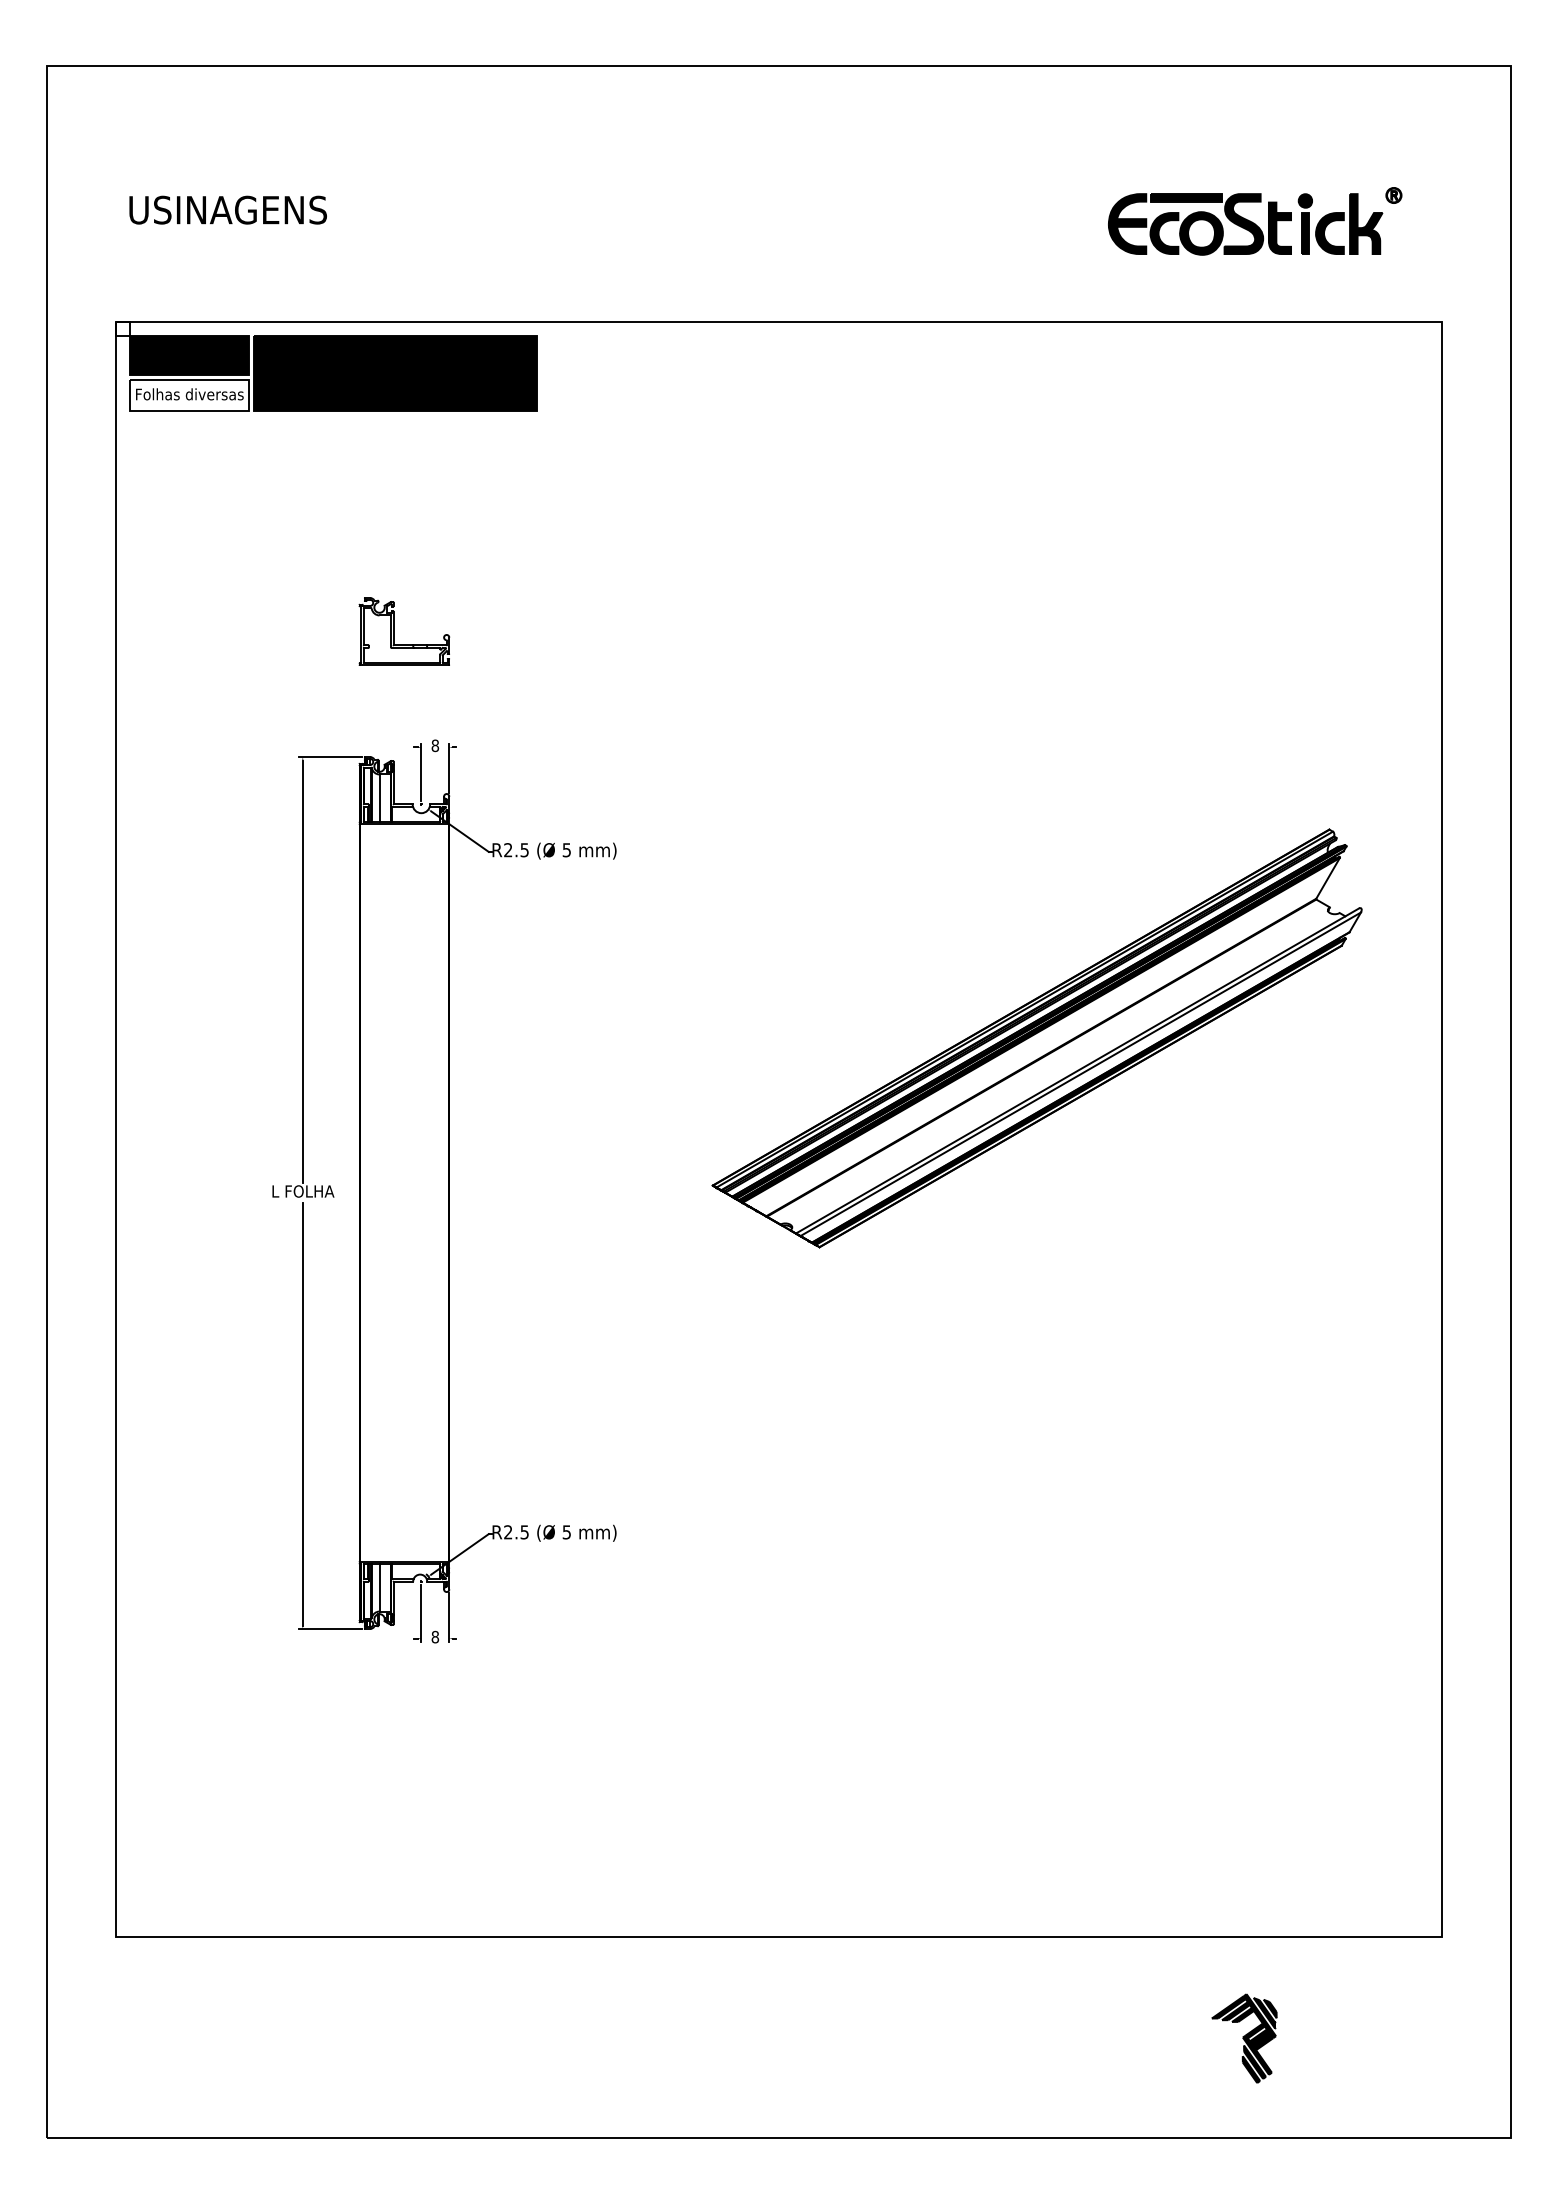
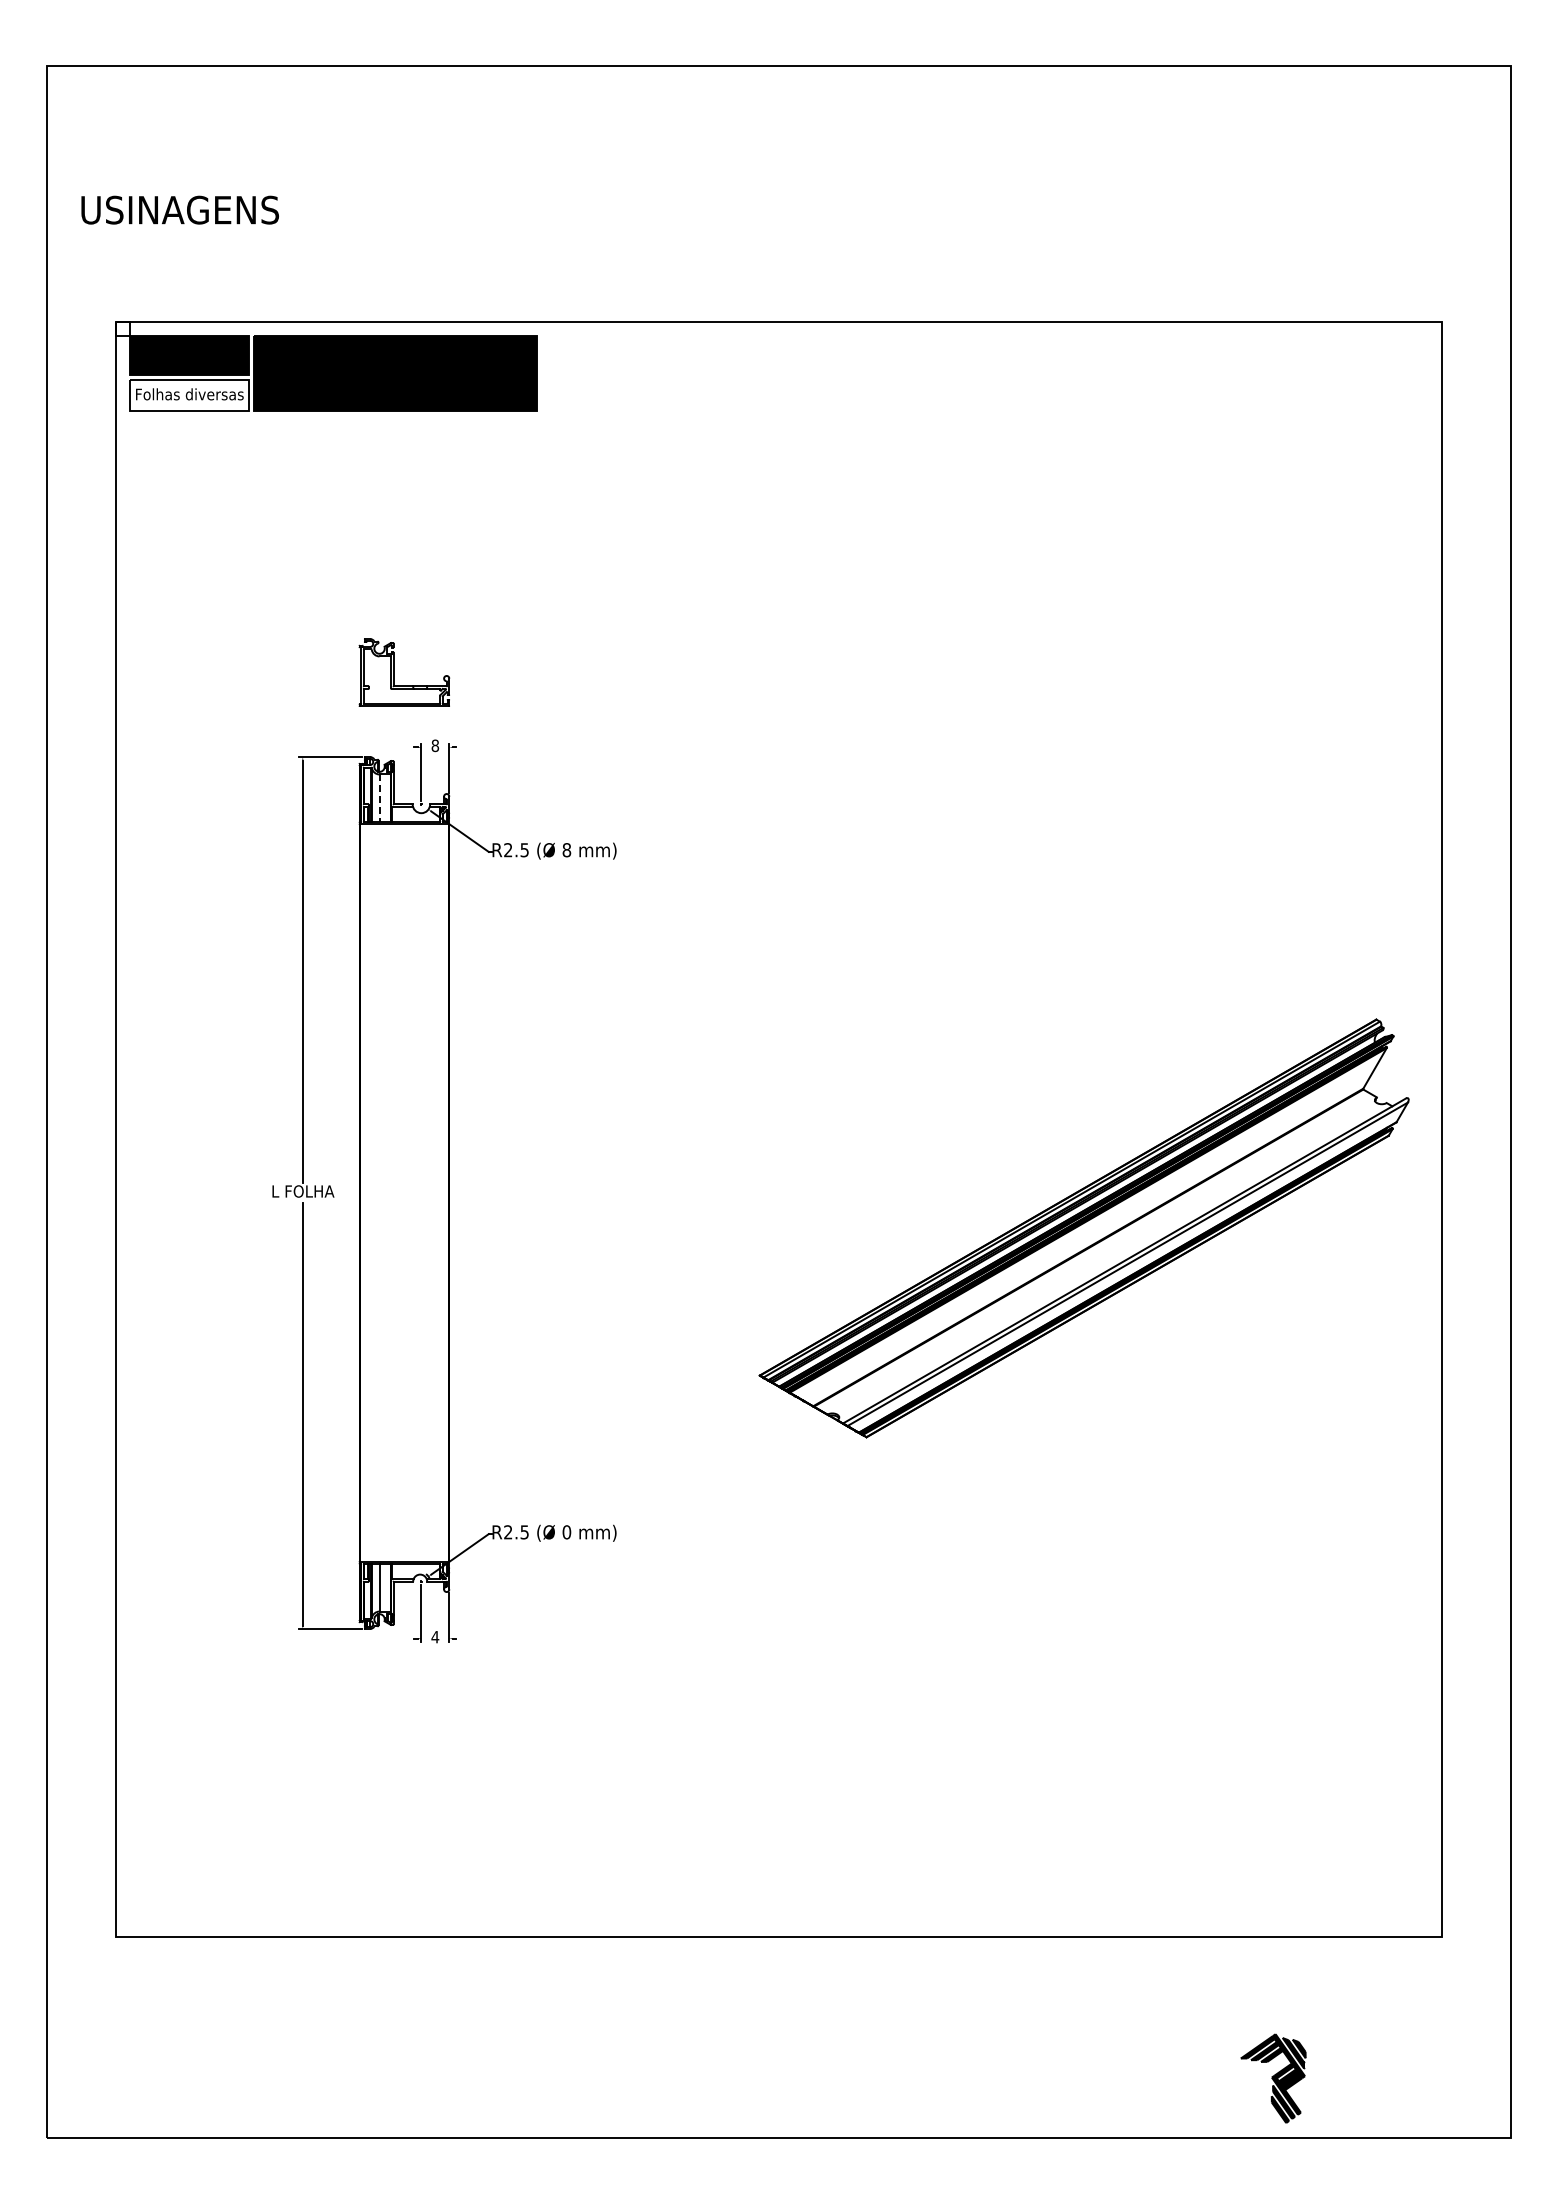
text at (227, 209) position: (227, 209) -> (179, 209)
part at (1255, 221): present -> none
part at (394, 631) position: (394, 631) -> (394, 672)
line at (379, 798): solid -> dashed
text at (566, 850): 5 -> 8
part at (1036, 1038) position: (1036, 1038) -> (1083, 1228)
text at (566, 1532): 5 -> 0
text at (435, 1636): 8 -> 4
part at (1244, 2038) position: (1244, 2038) -> (1273, 2078)
